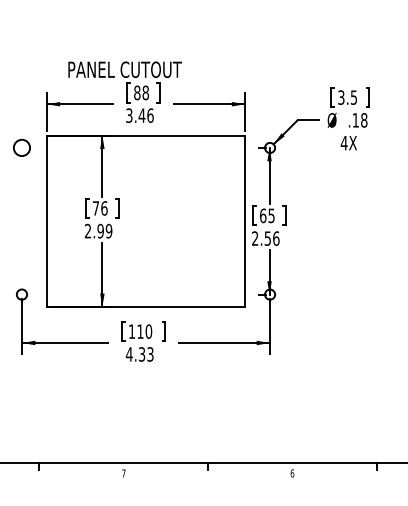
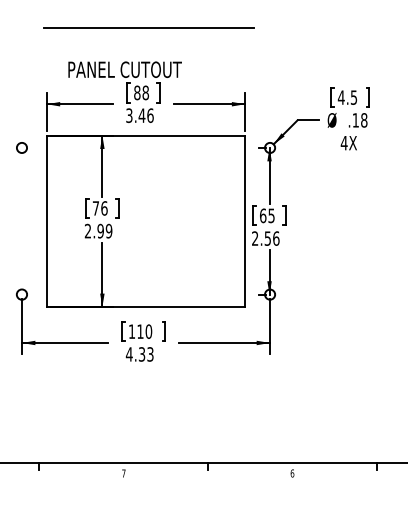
line at (148, 28): none -> present
text at (340, 97): 3.5 -> 4.5
circle at (21, 147) size: 18x19 px -> 12x12 px
